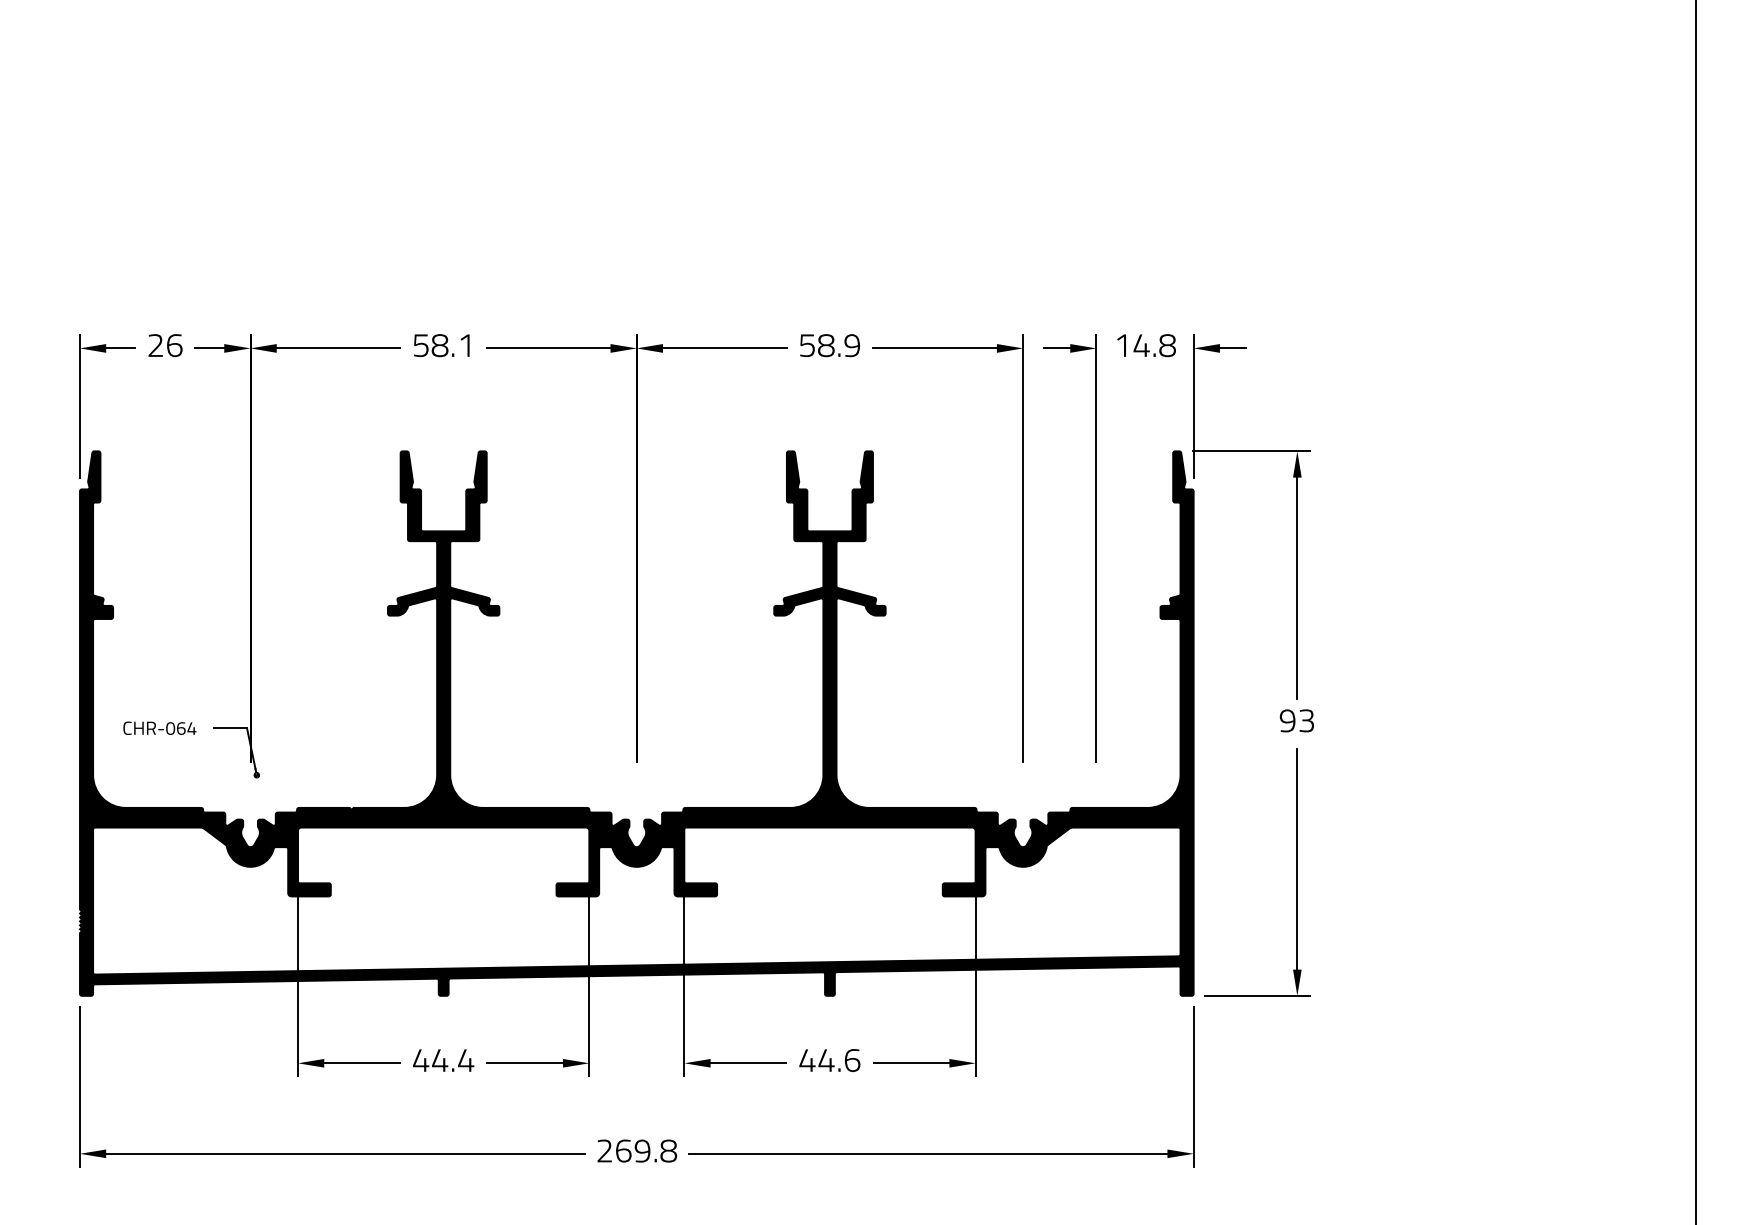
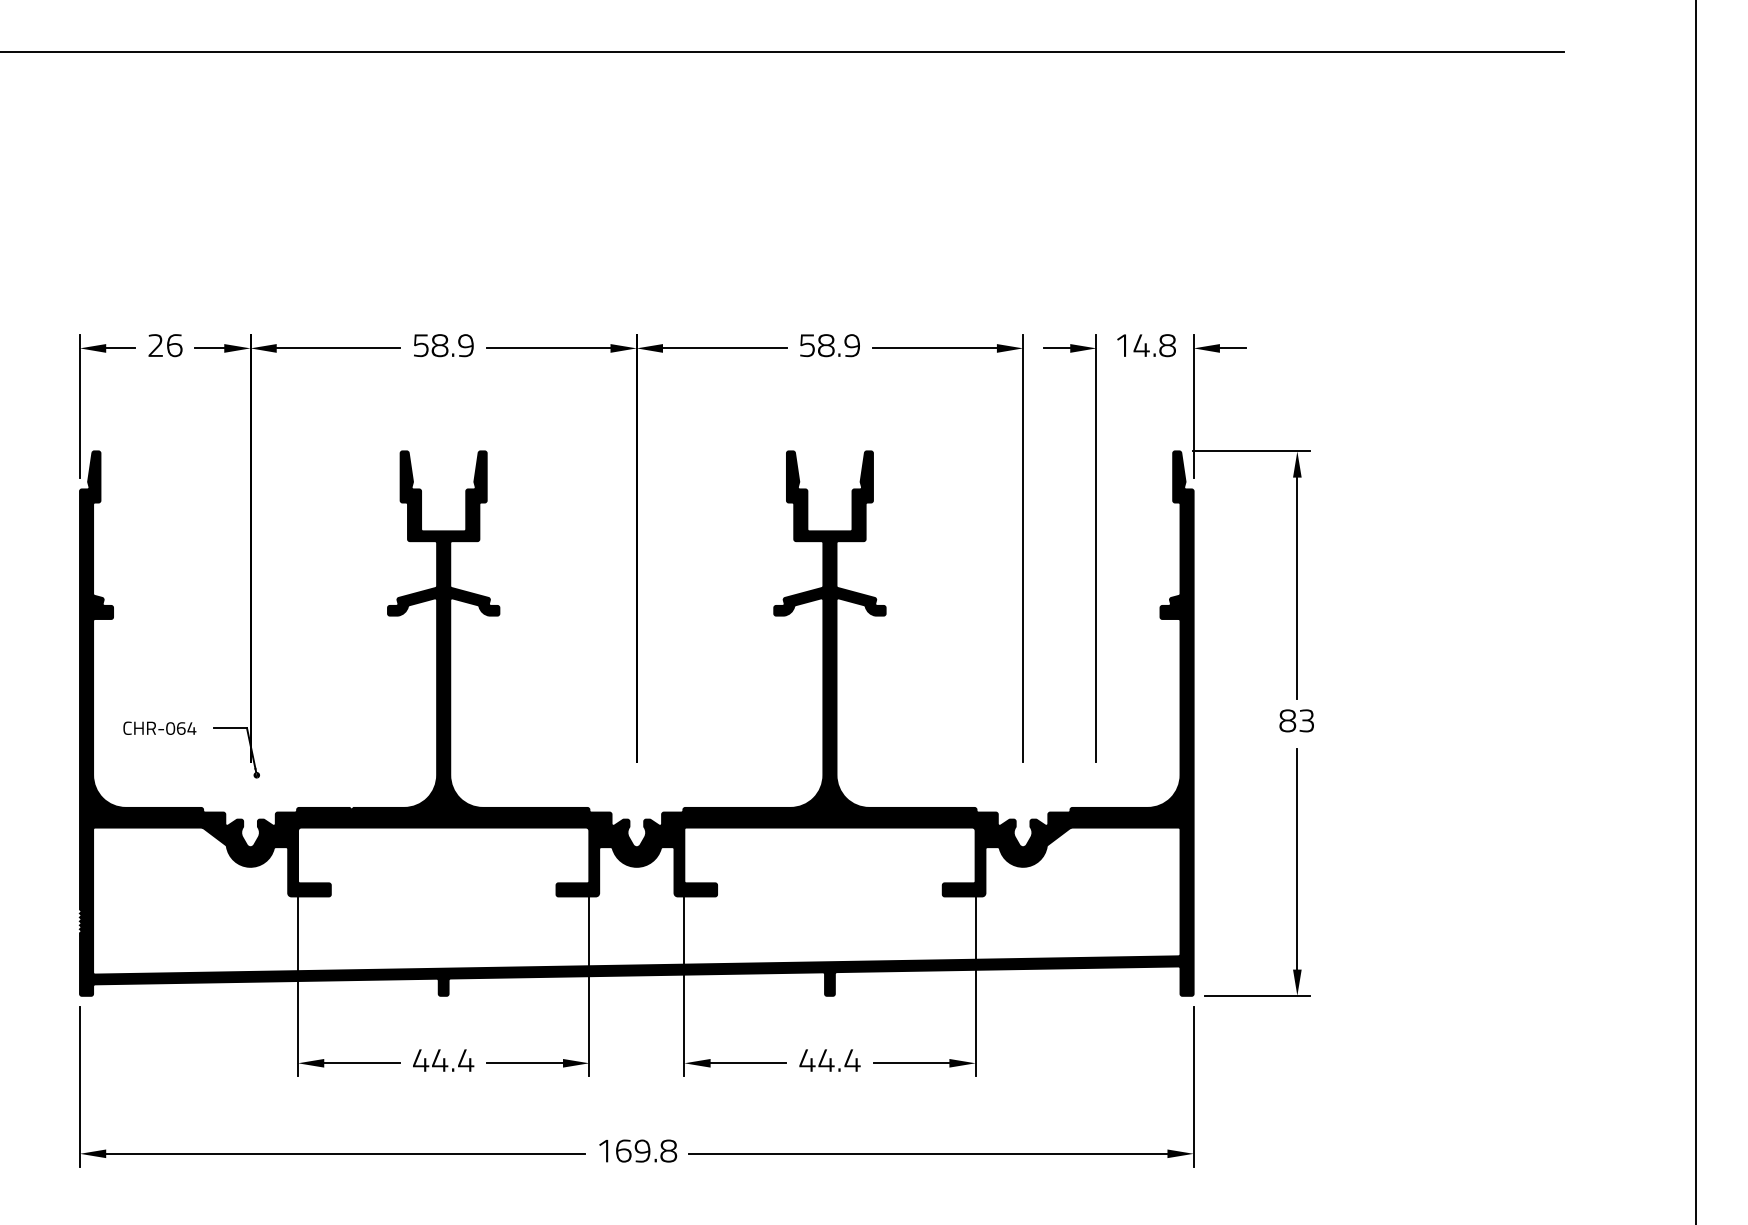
line at (783, 51): none -> present
text at (465, 345): 58.1 -> 58.9
text at (1287, 720): 93 -> 83
text at (852, 1060): 44.6 -> 44.4
text at (604, 1150): 269.8 -> 169.8
